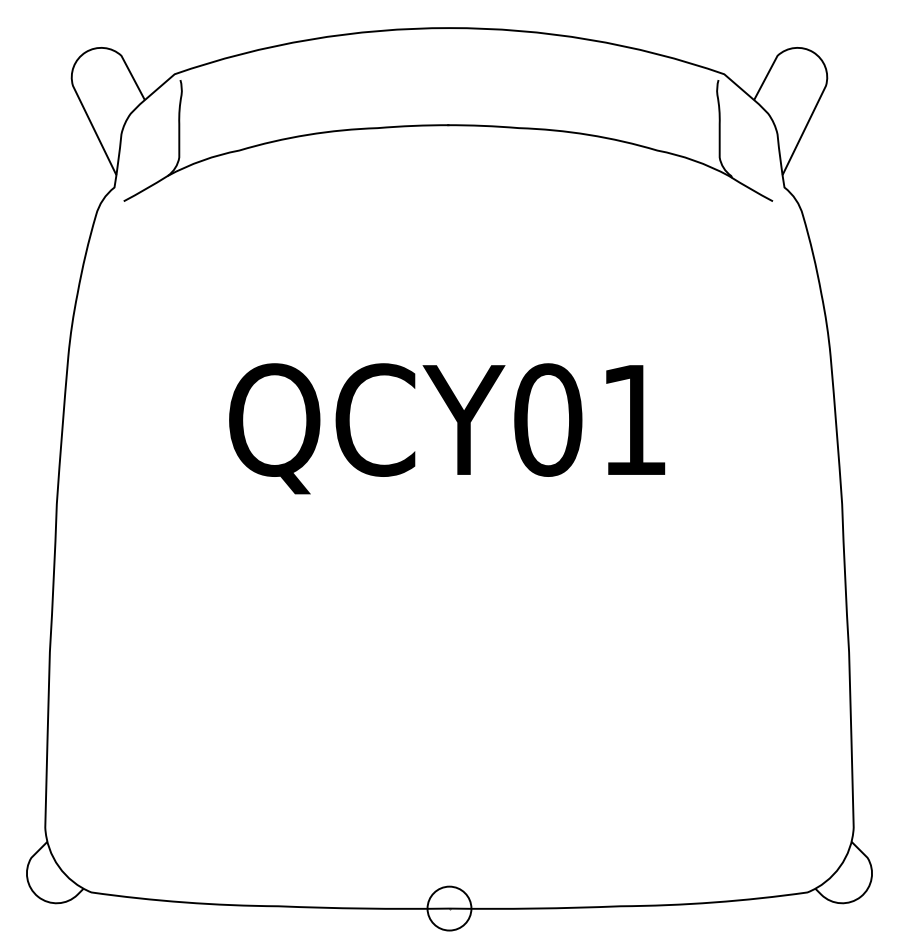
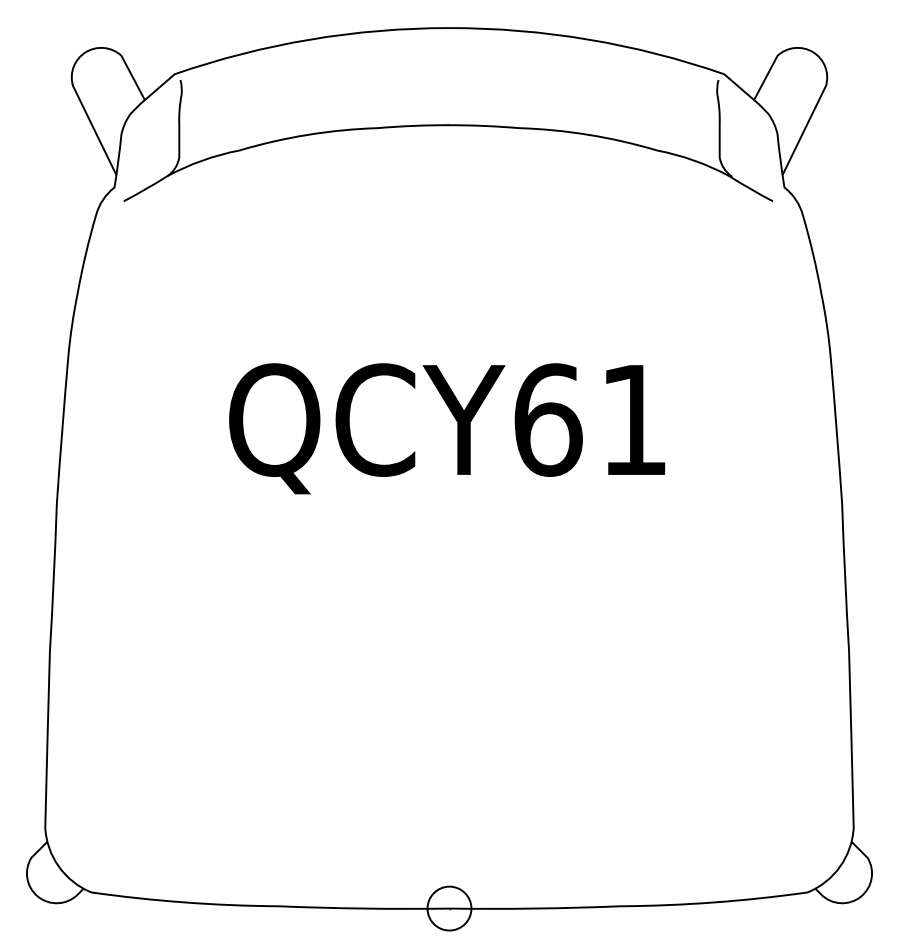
text at (548, 419): QCY01 -> QCY61
